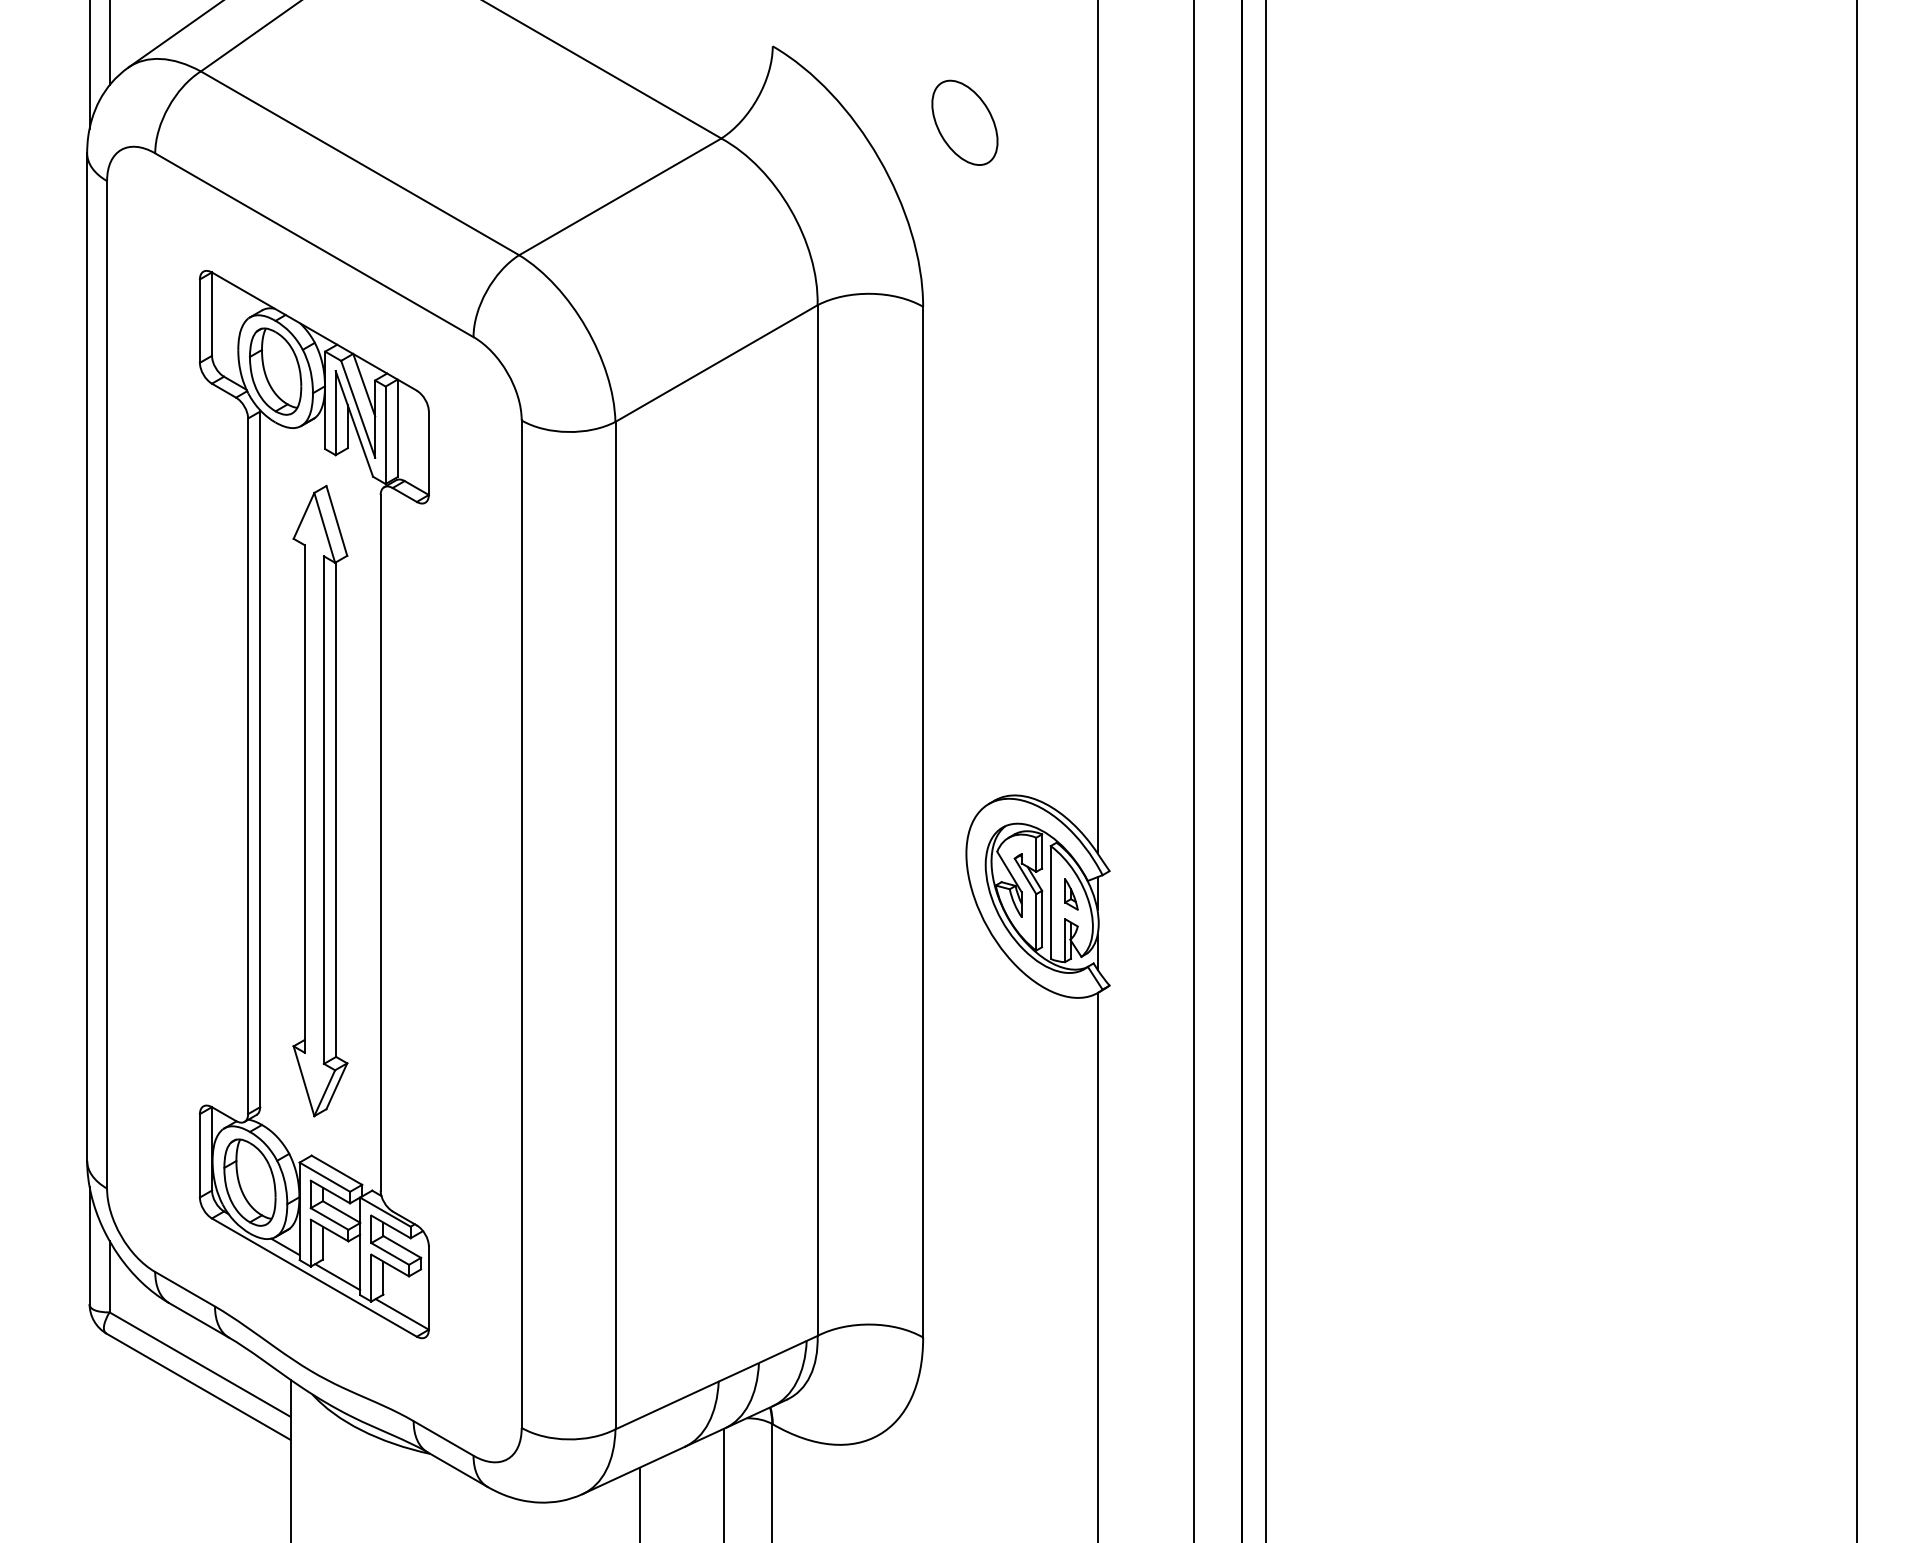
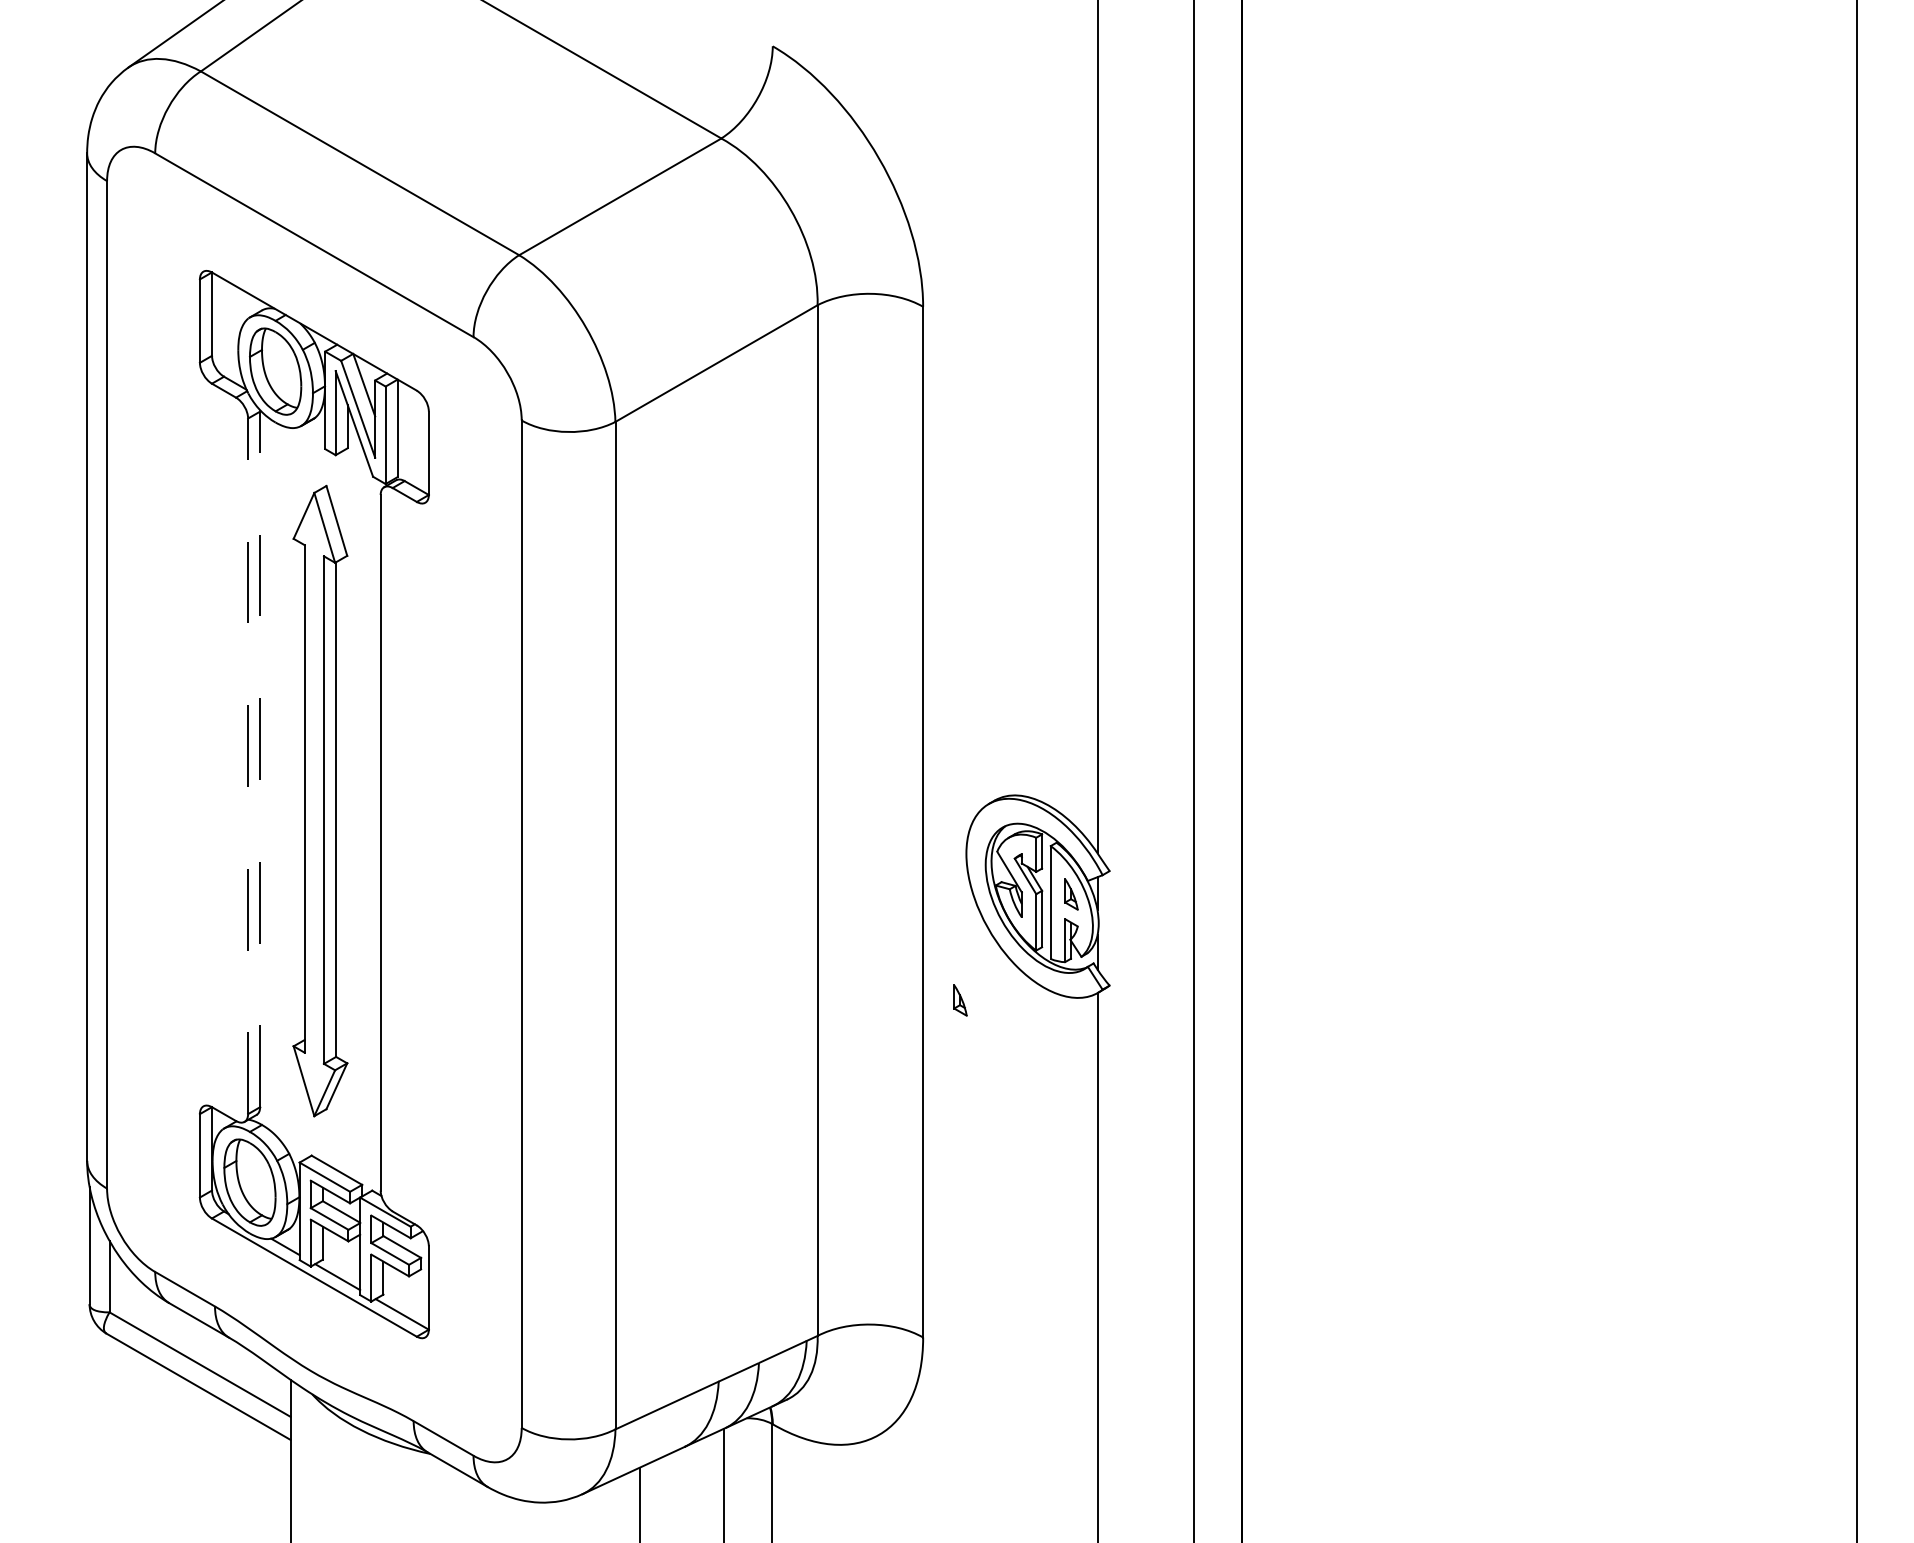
line at (109, 43): present -> none
line at (89, 65): present -> none
part at (964, 122): present -> none
line at (260, 759): solid -> dashed
line at (248, 766): solid -> dashed
line at (1266, 770): present -> none
part at (960, 1000): none -> present
